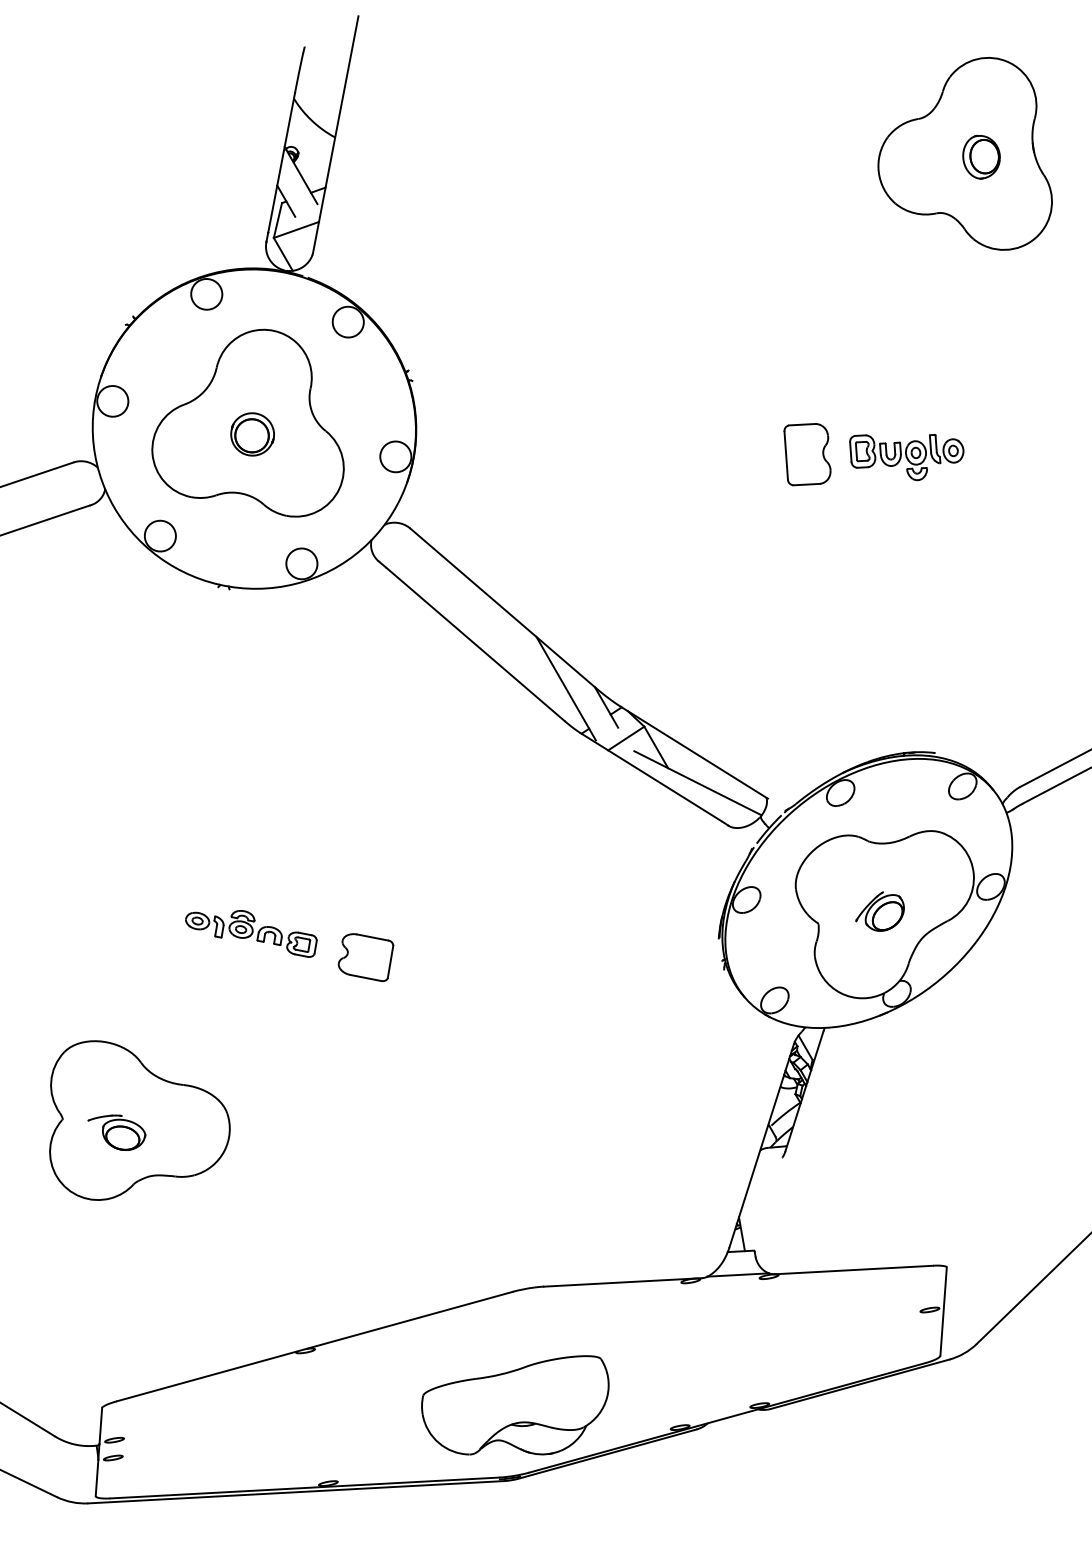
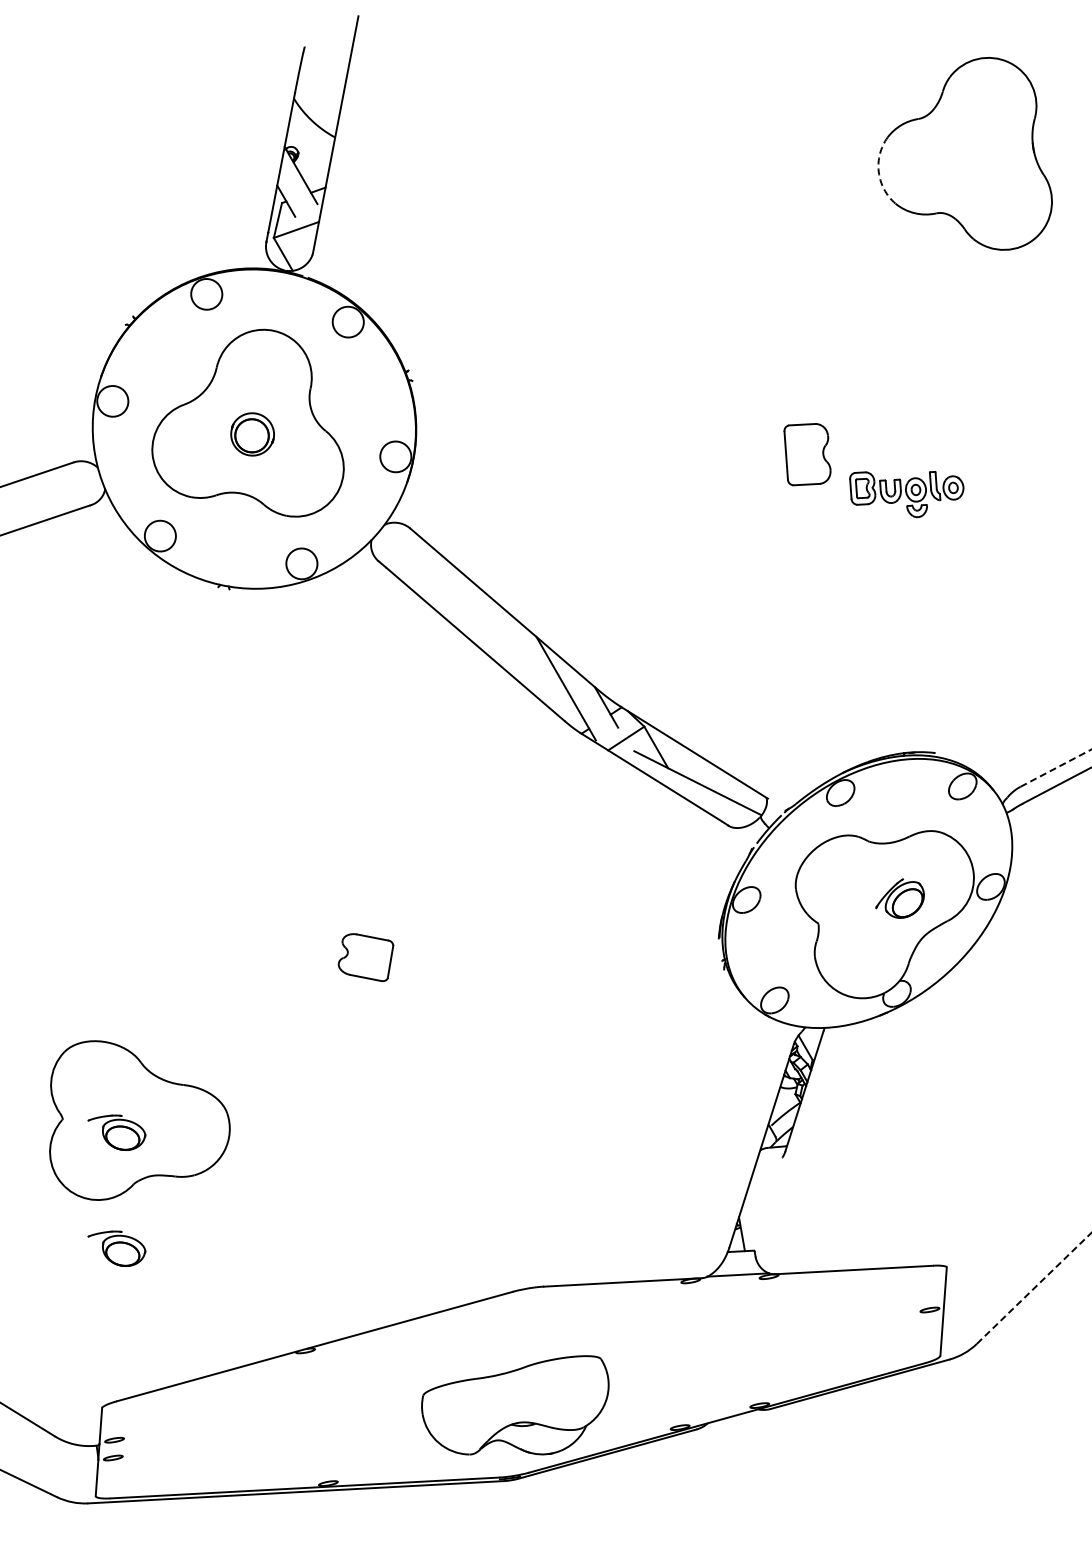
part at (981, 156): present -> none
arc at (878, 172): solid -> dashed
part at (906, 457) position: (906, 457) -> (906, 494)
line at (1055, 768): solid -> dashed
part at (879, 911) position: (879, 911) -> (899, 898)
part at (251, 933): present -> none
part at (116, 1248): none -> present
line at (1034, 1288): solid -> dashed
